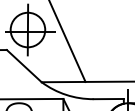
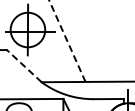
line at (67, 41): solid -> dashed
line at (24, 66): solid -> dashed
